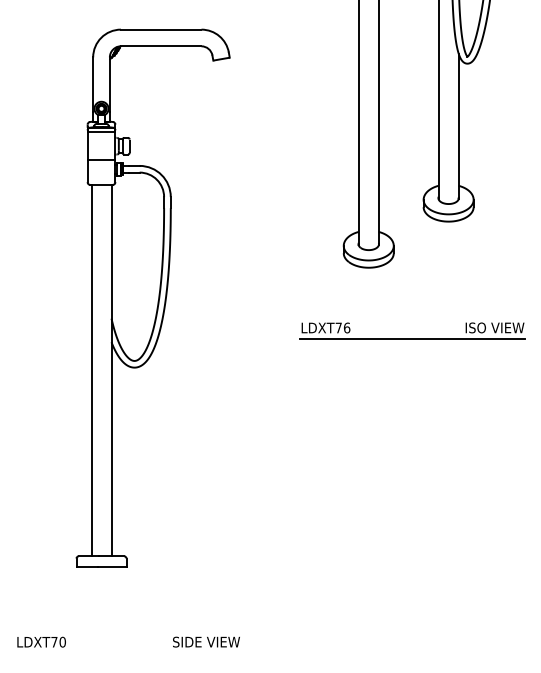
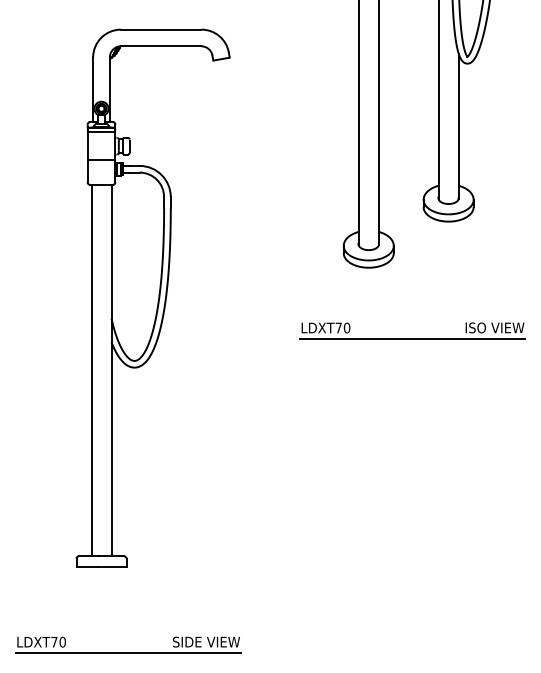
text at (347, 327): LDXT76 -> LDXT70
line at (128, 652): none -> present
